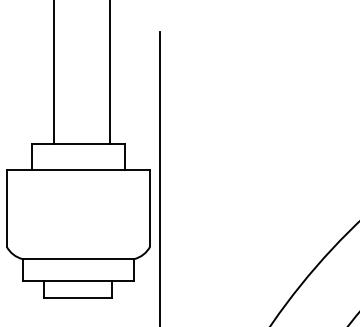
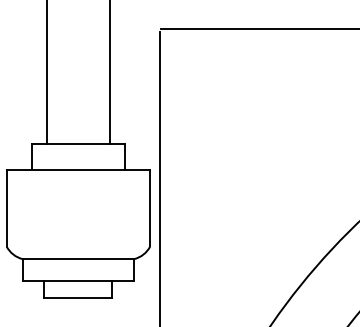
line at (258, 28): none -> present
line at (53, 72) position: (53, 72) -> (46, 72)
